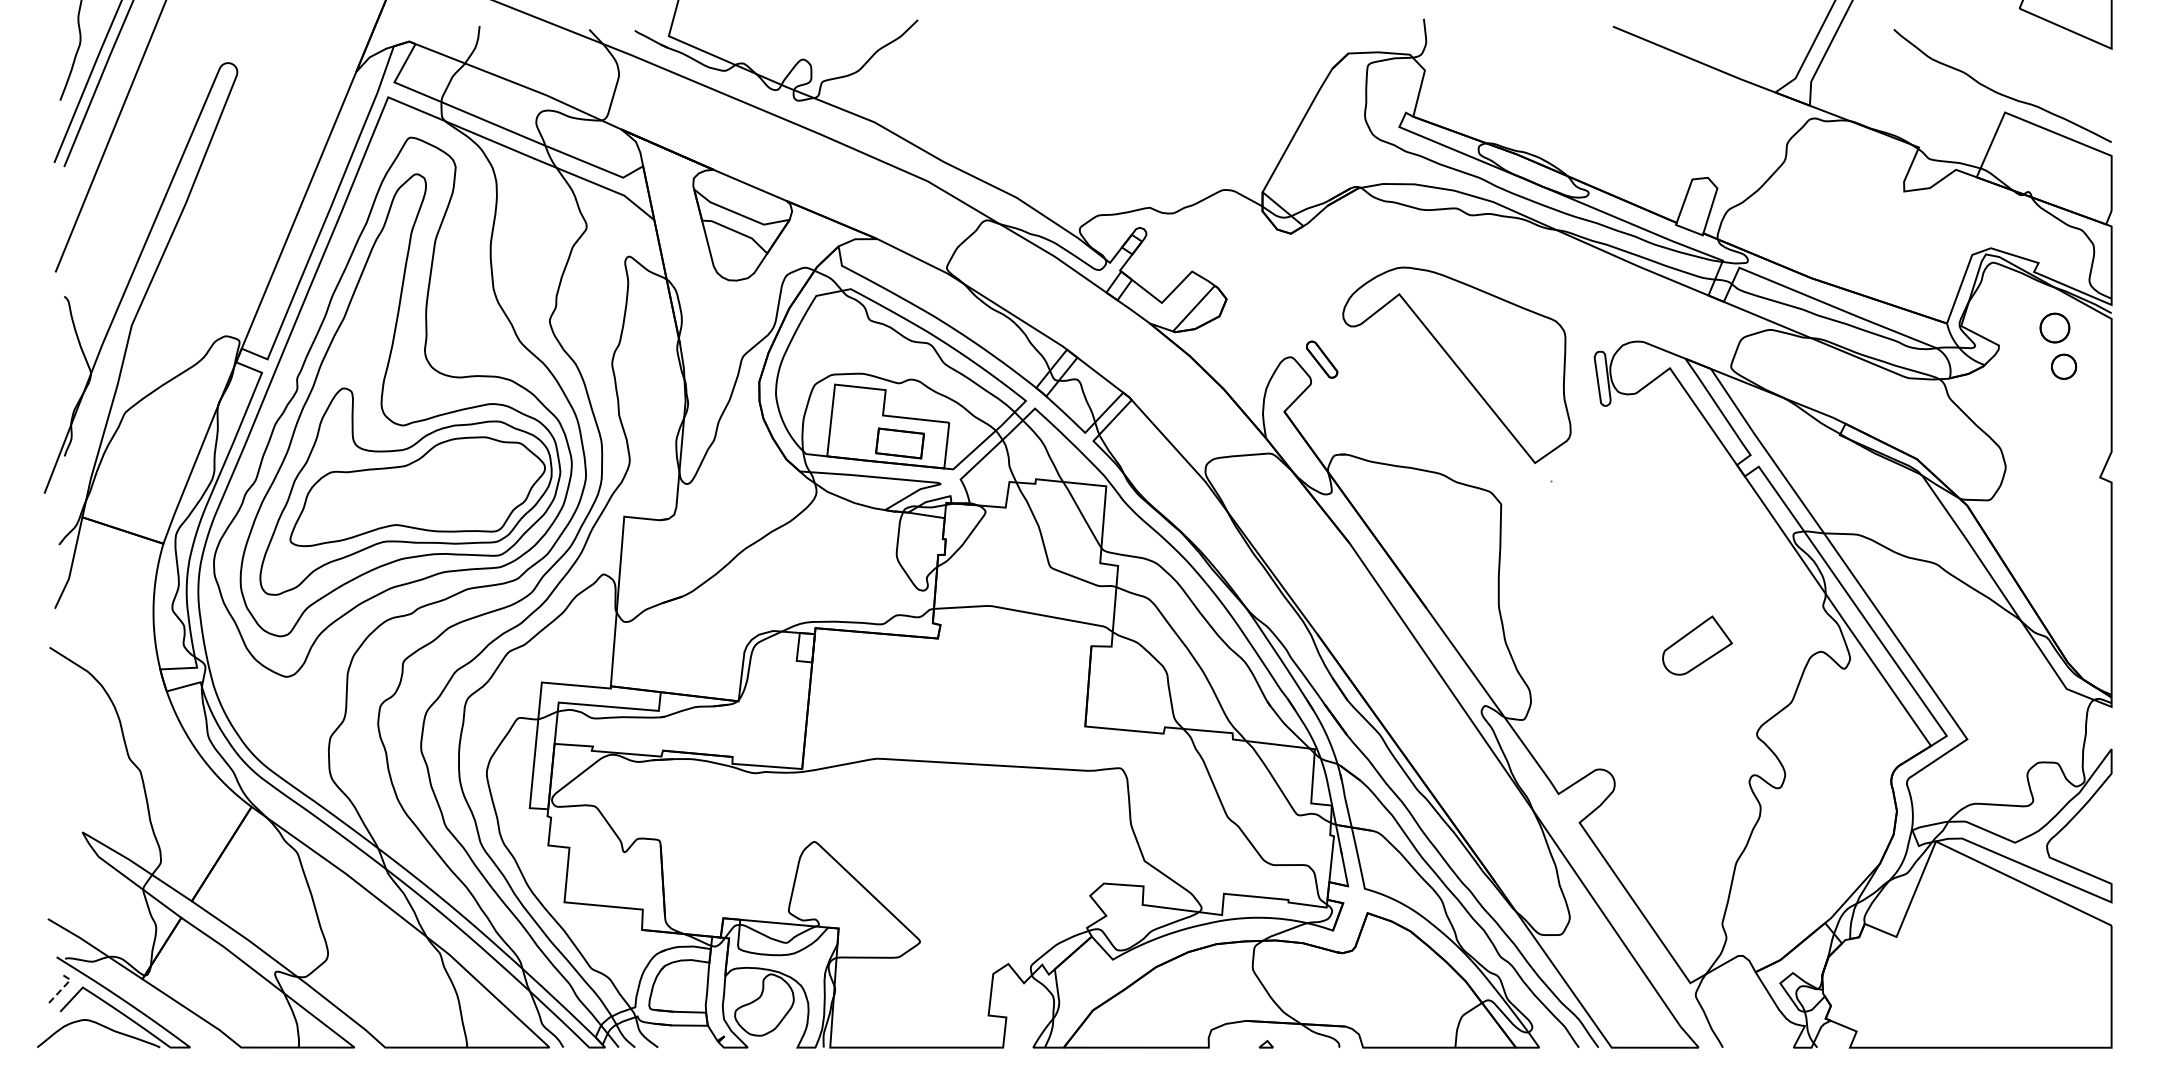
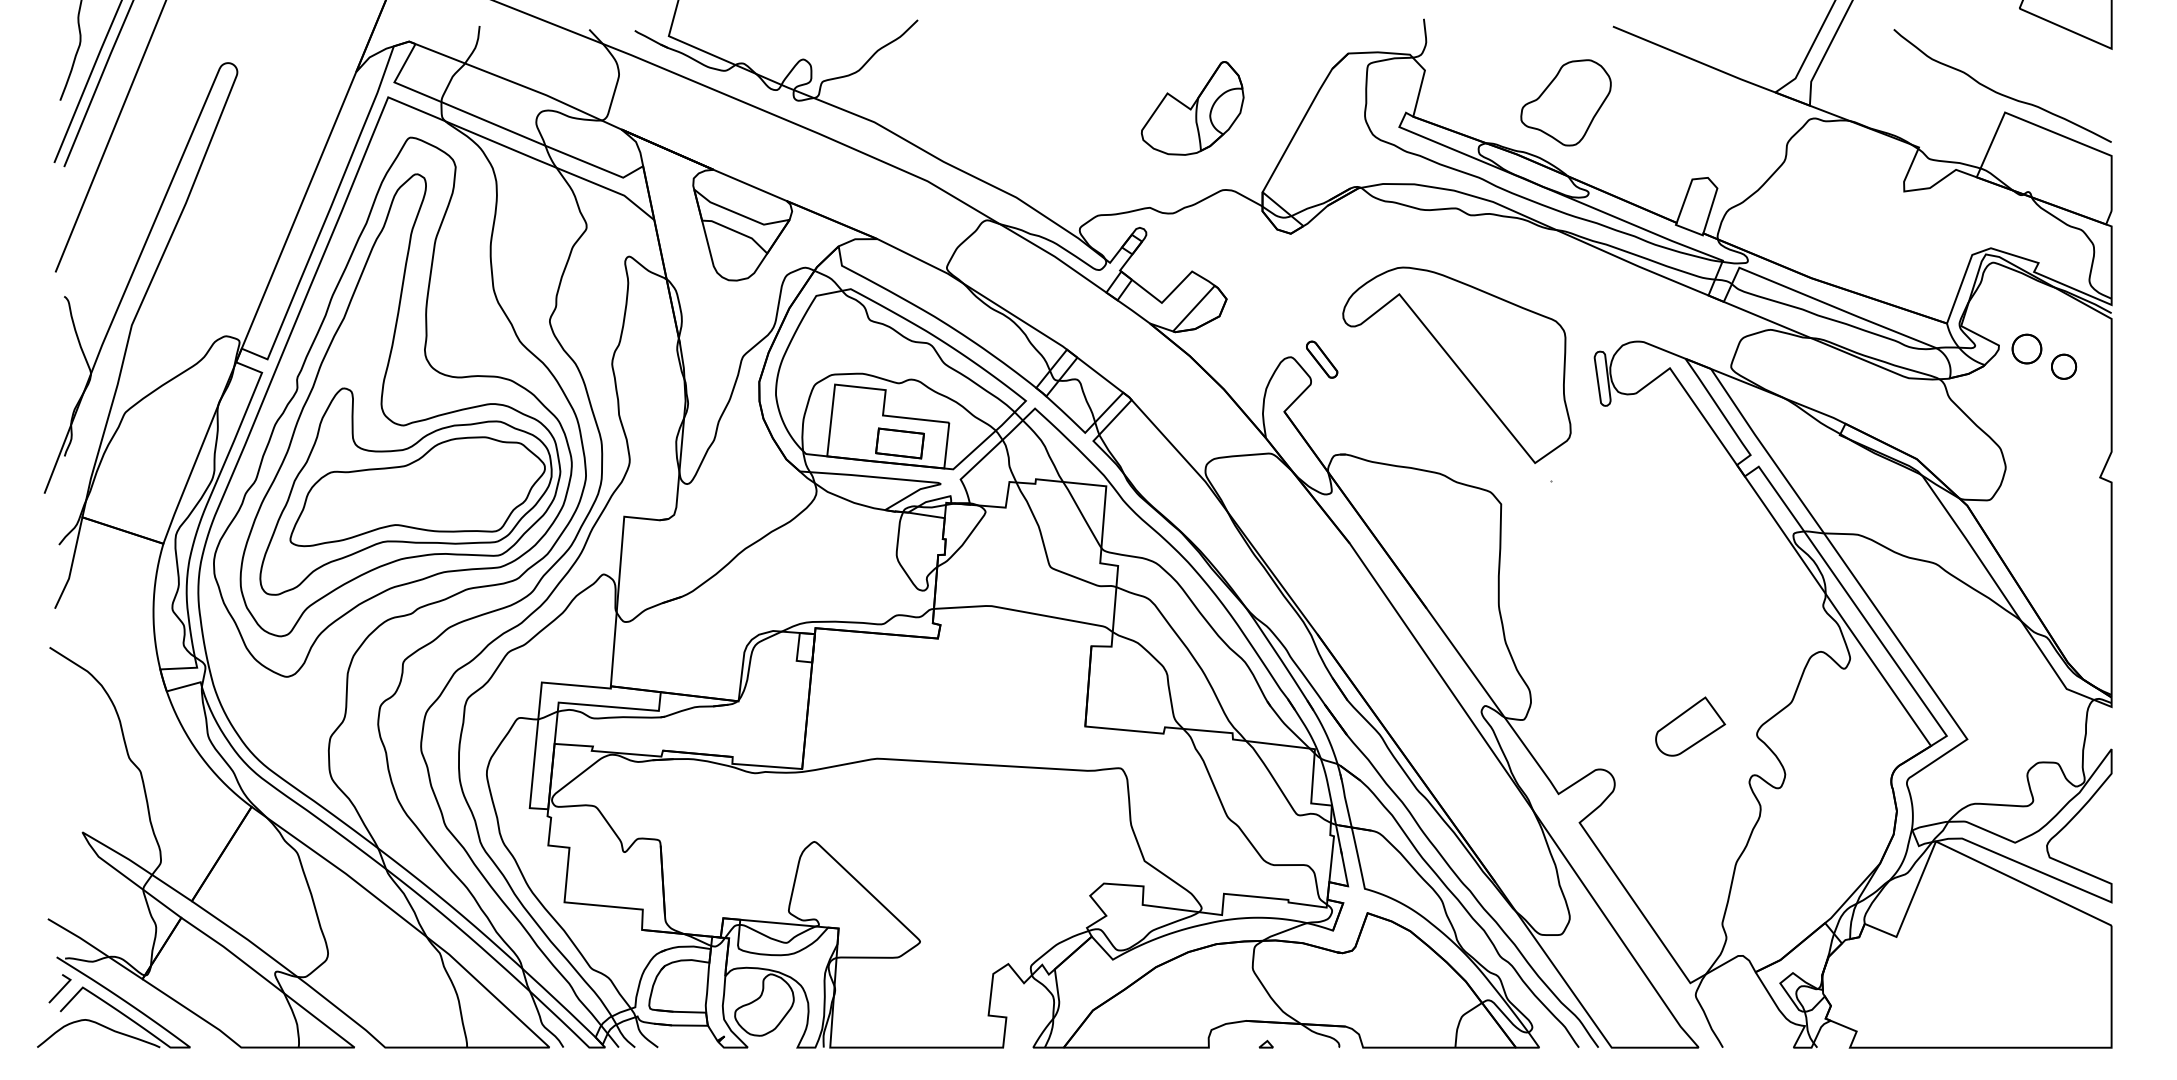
part at (1565, 102): none -> present
part at (1192, 108): none -> present
part at (2054, 327) position: (2054, 327) -> (2026, 348)
part at (1697, 645) position: (1697, 645) -> (1690, 726)
line at (63, 987): dashed -> solid
